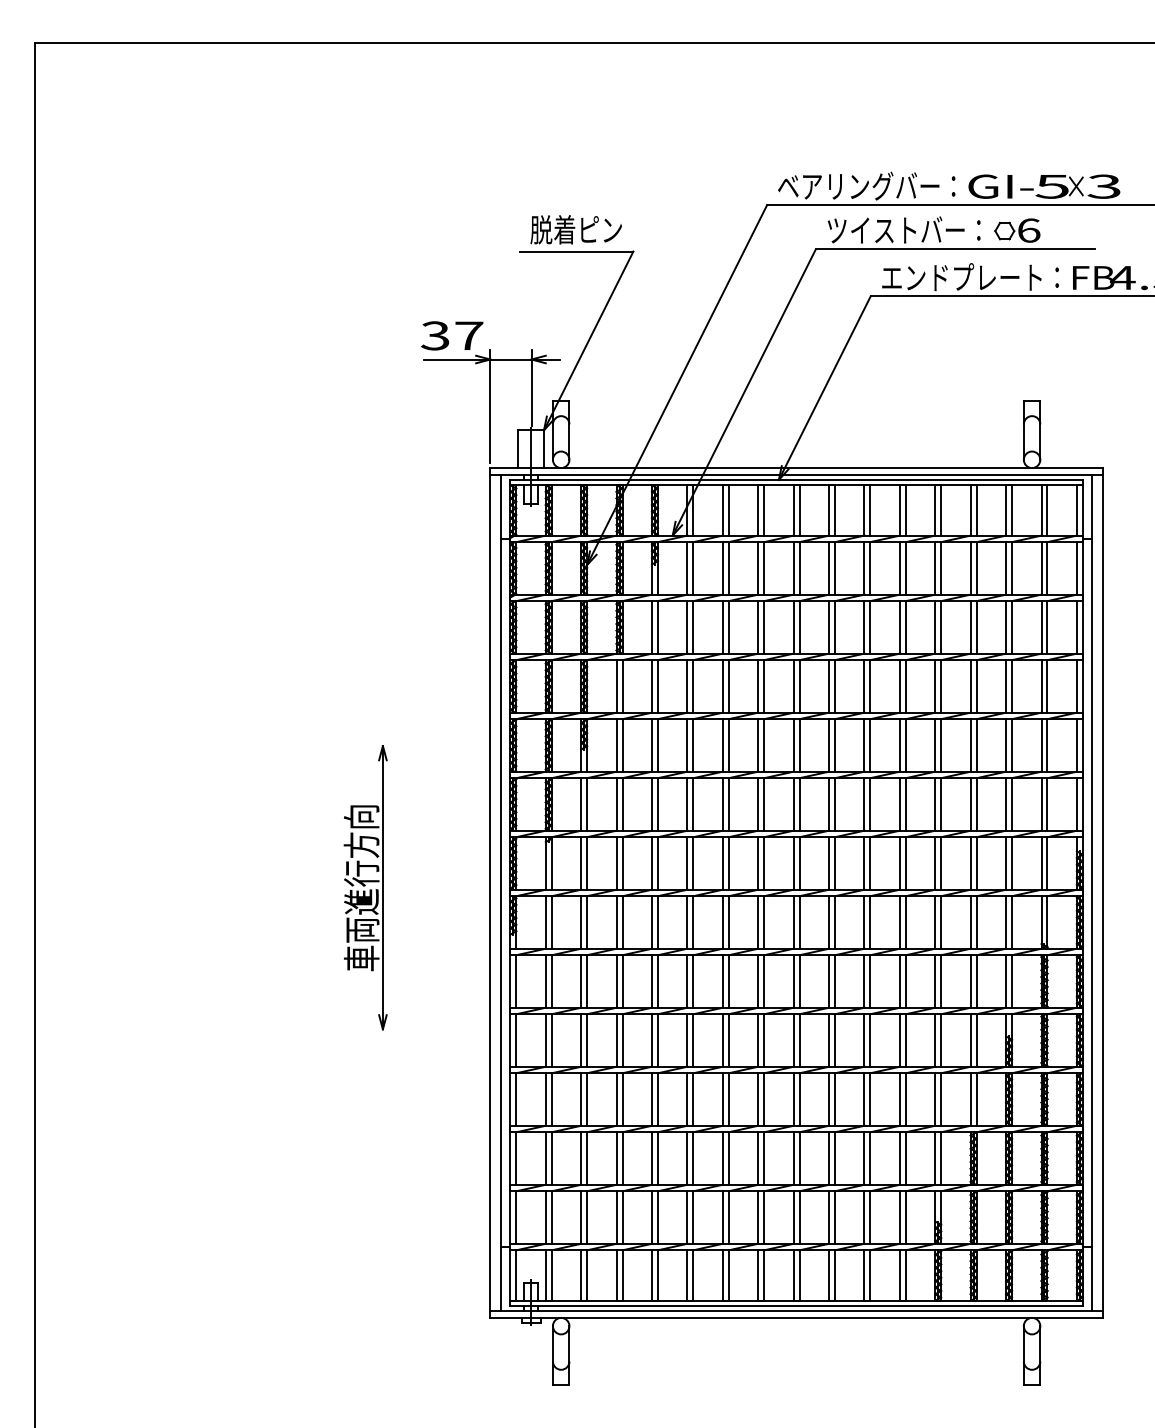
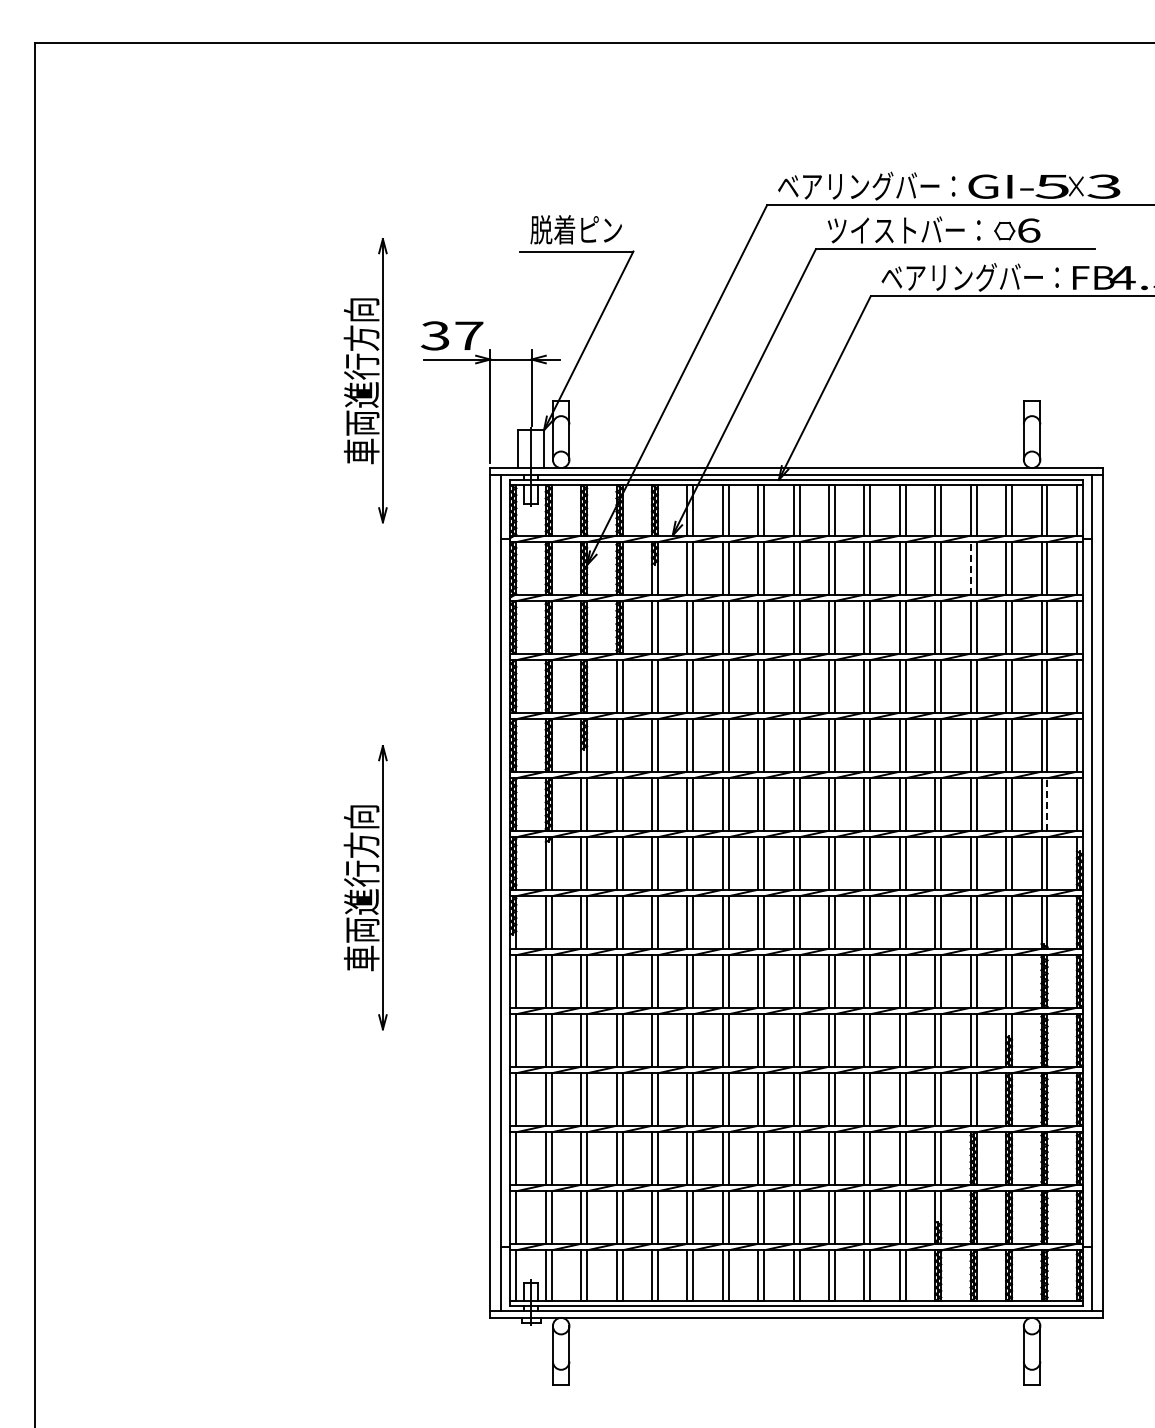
text at (961, 277): エンドプレート： -> ベアリングバー：
part at (365, 380): none -> present
line at (970, 567): solid -> dashed
line at (1047, 803): solid -> dashed
